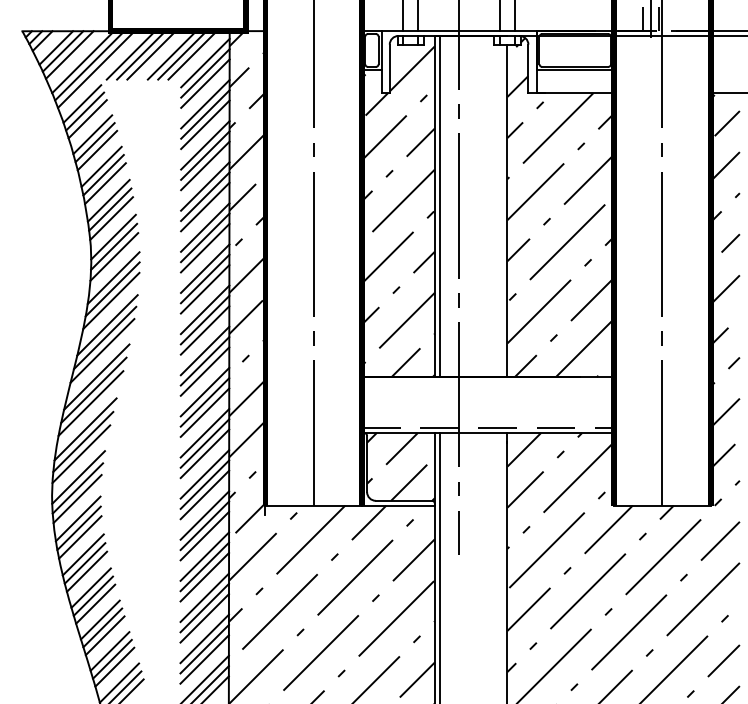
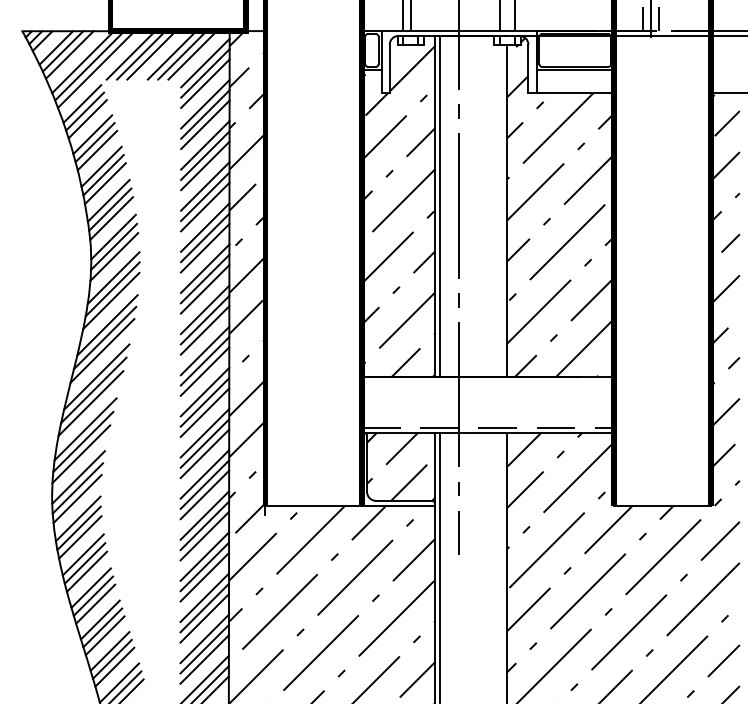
line at (418, 16) position: (418, 16) -> (411, 16)
line at (313, 253): present -> none
line at (662, 253): present -> none
